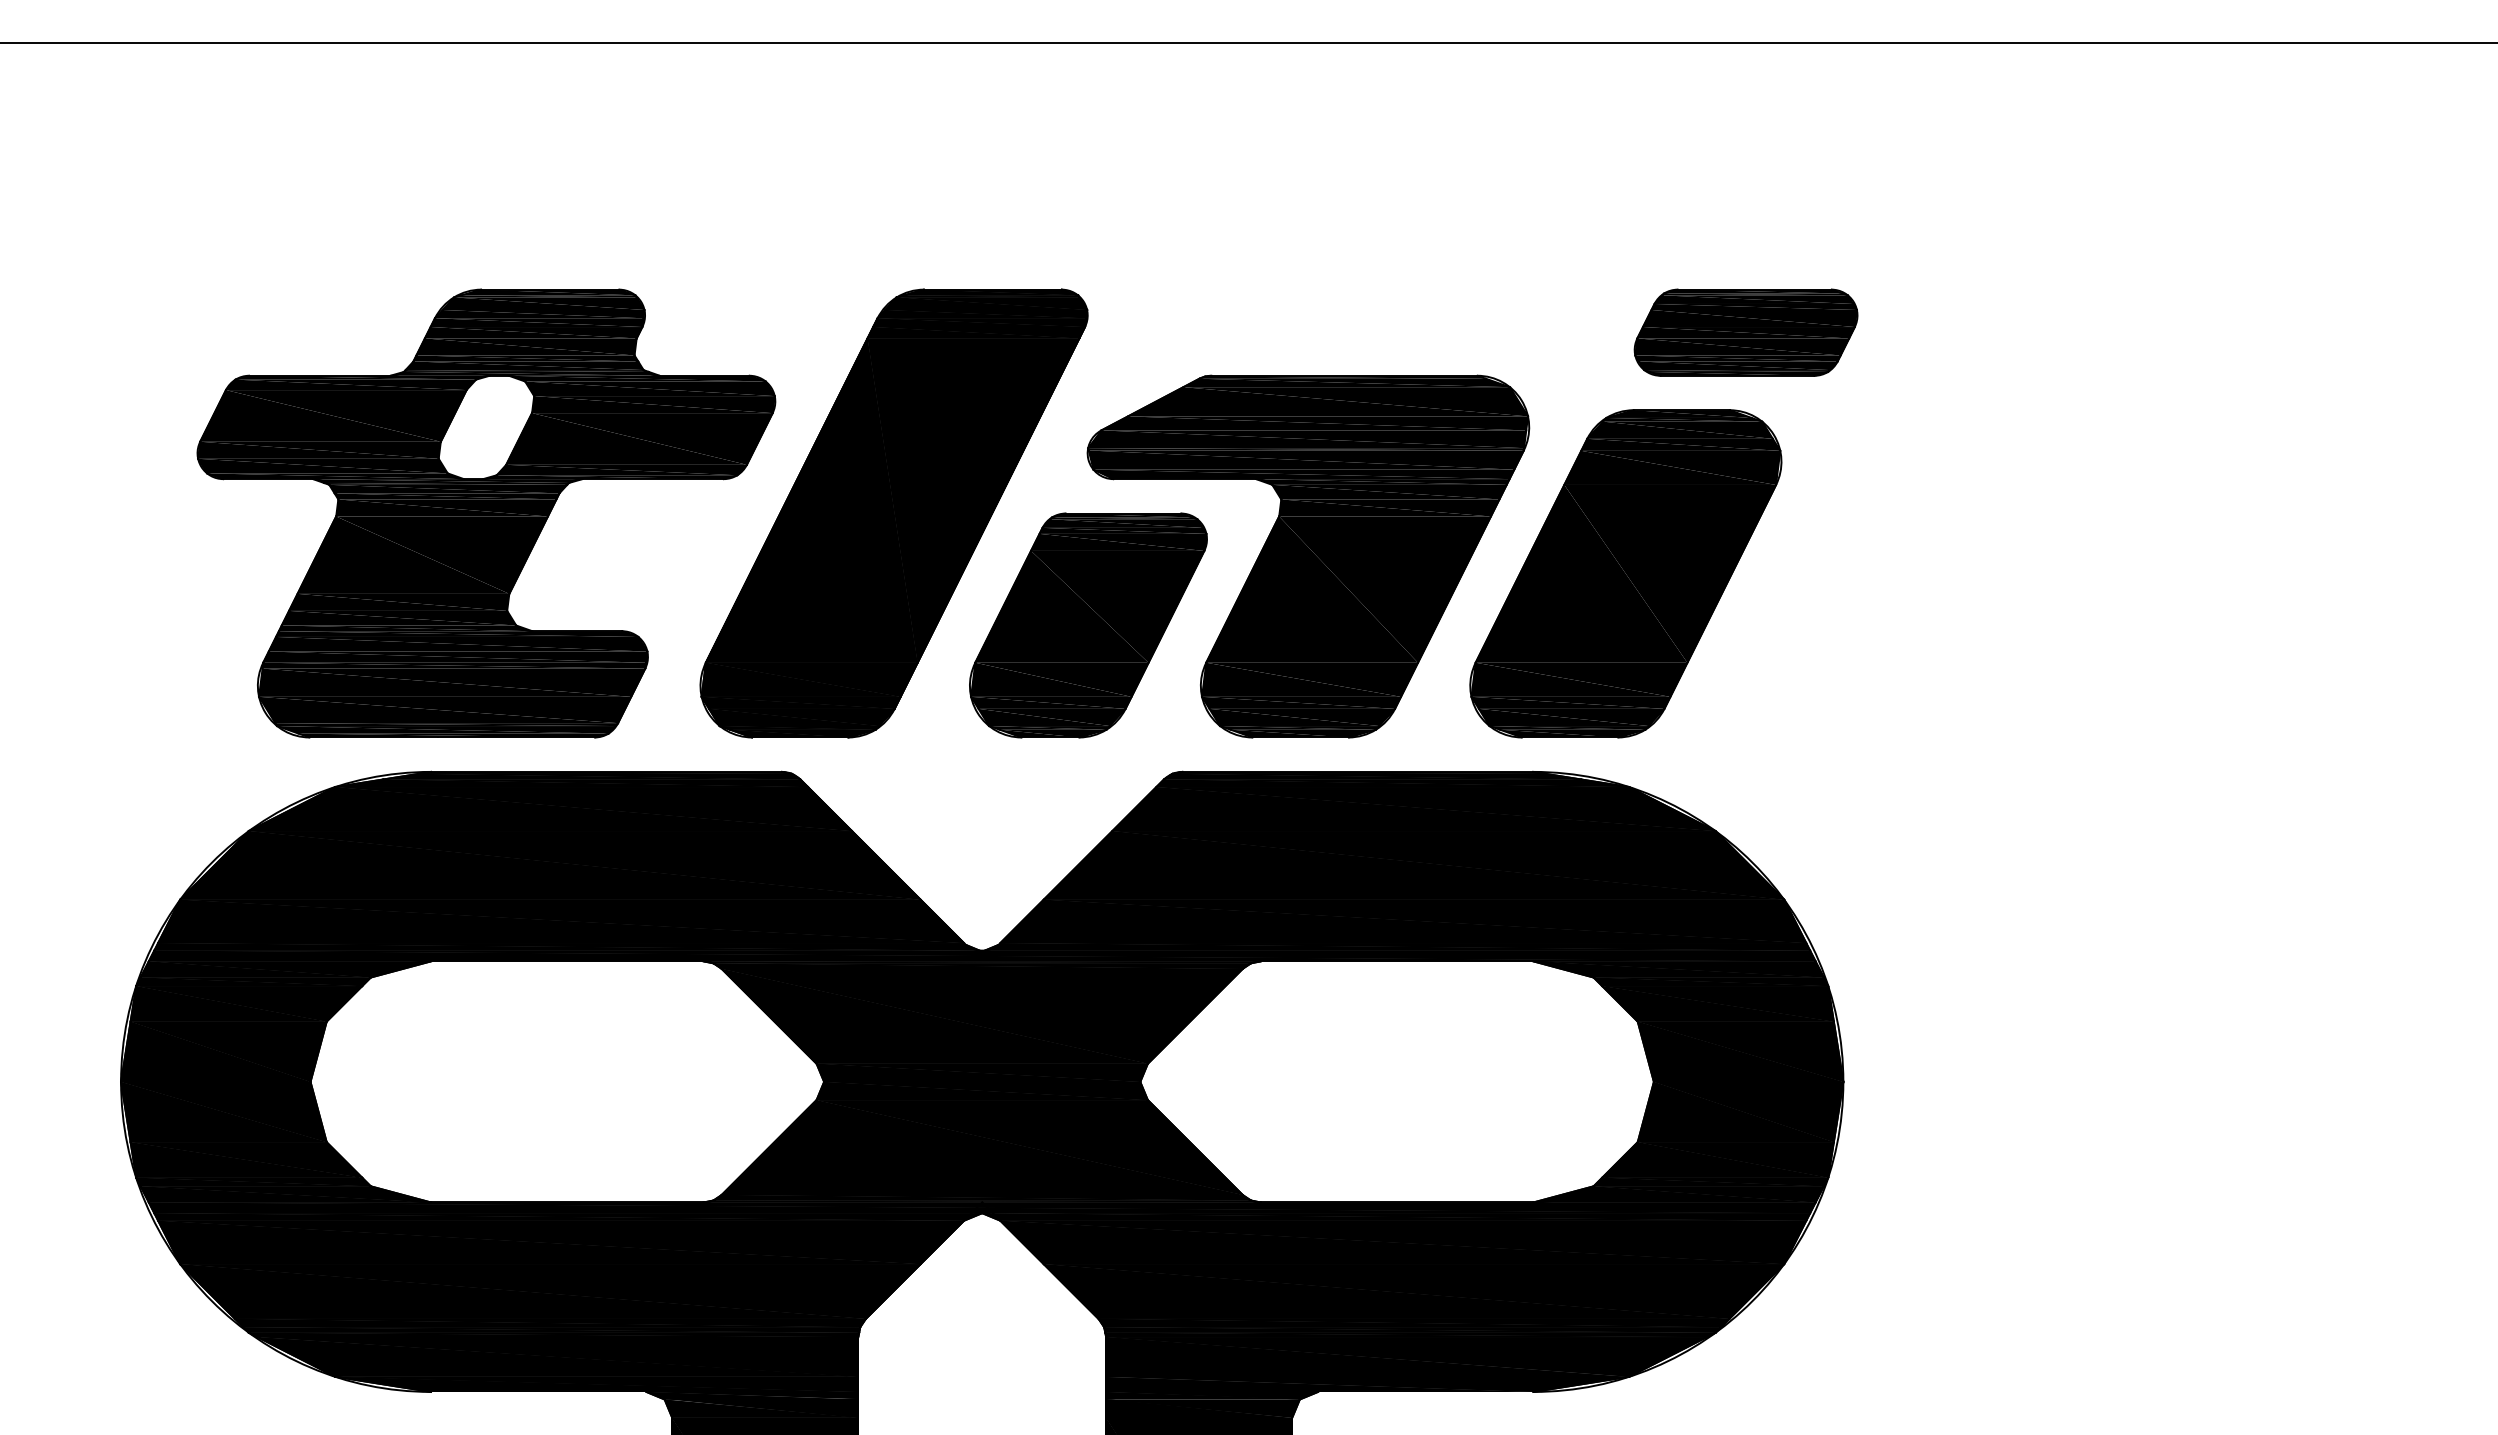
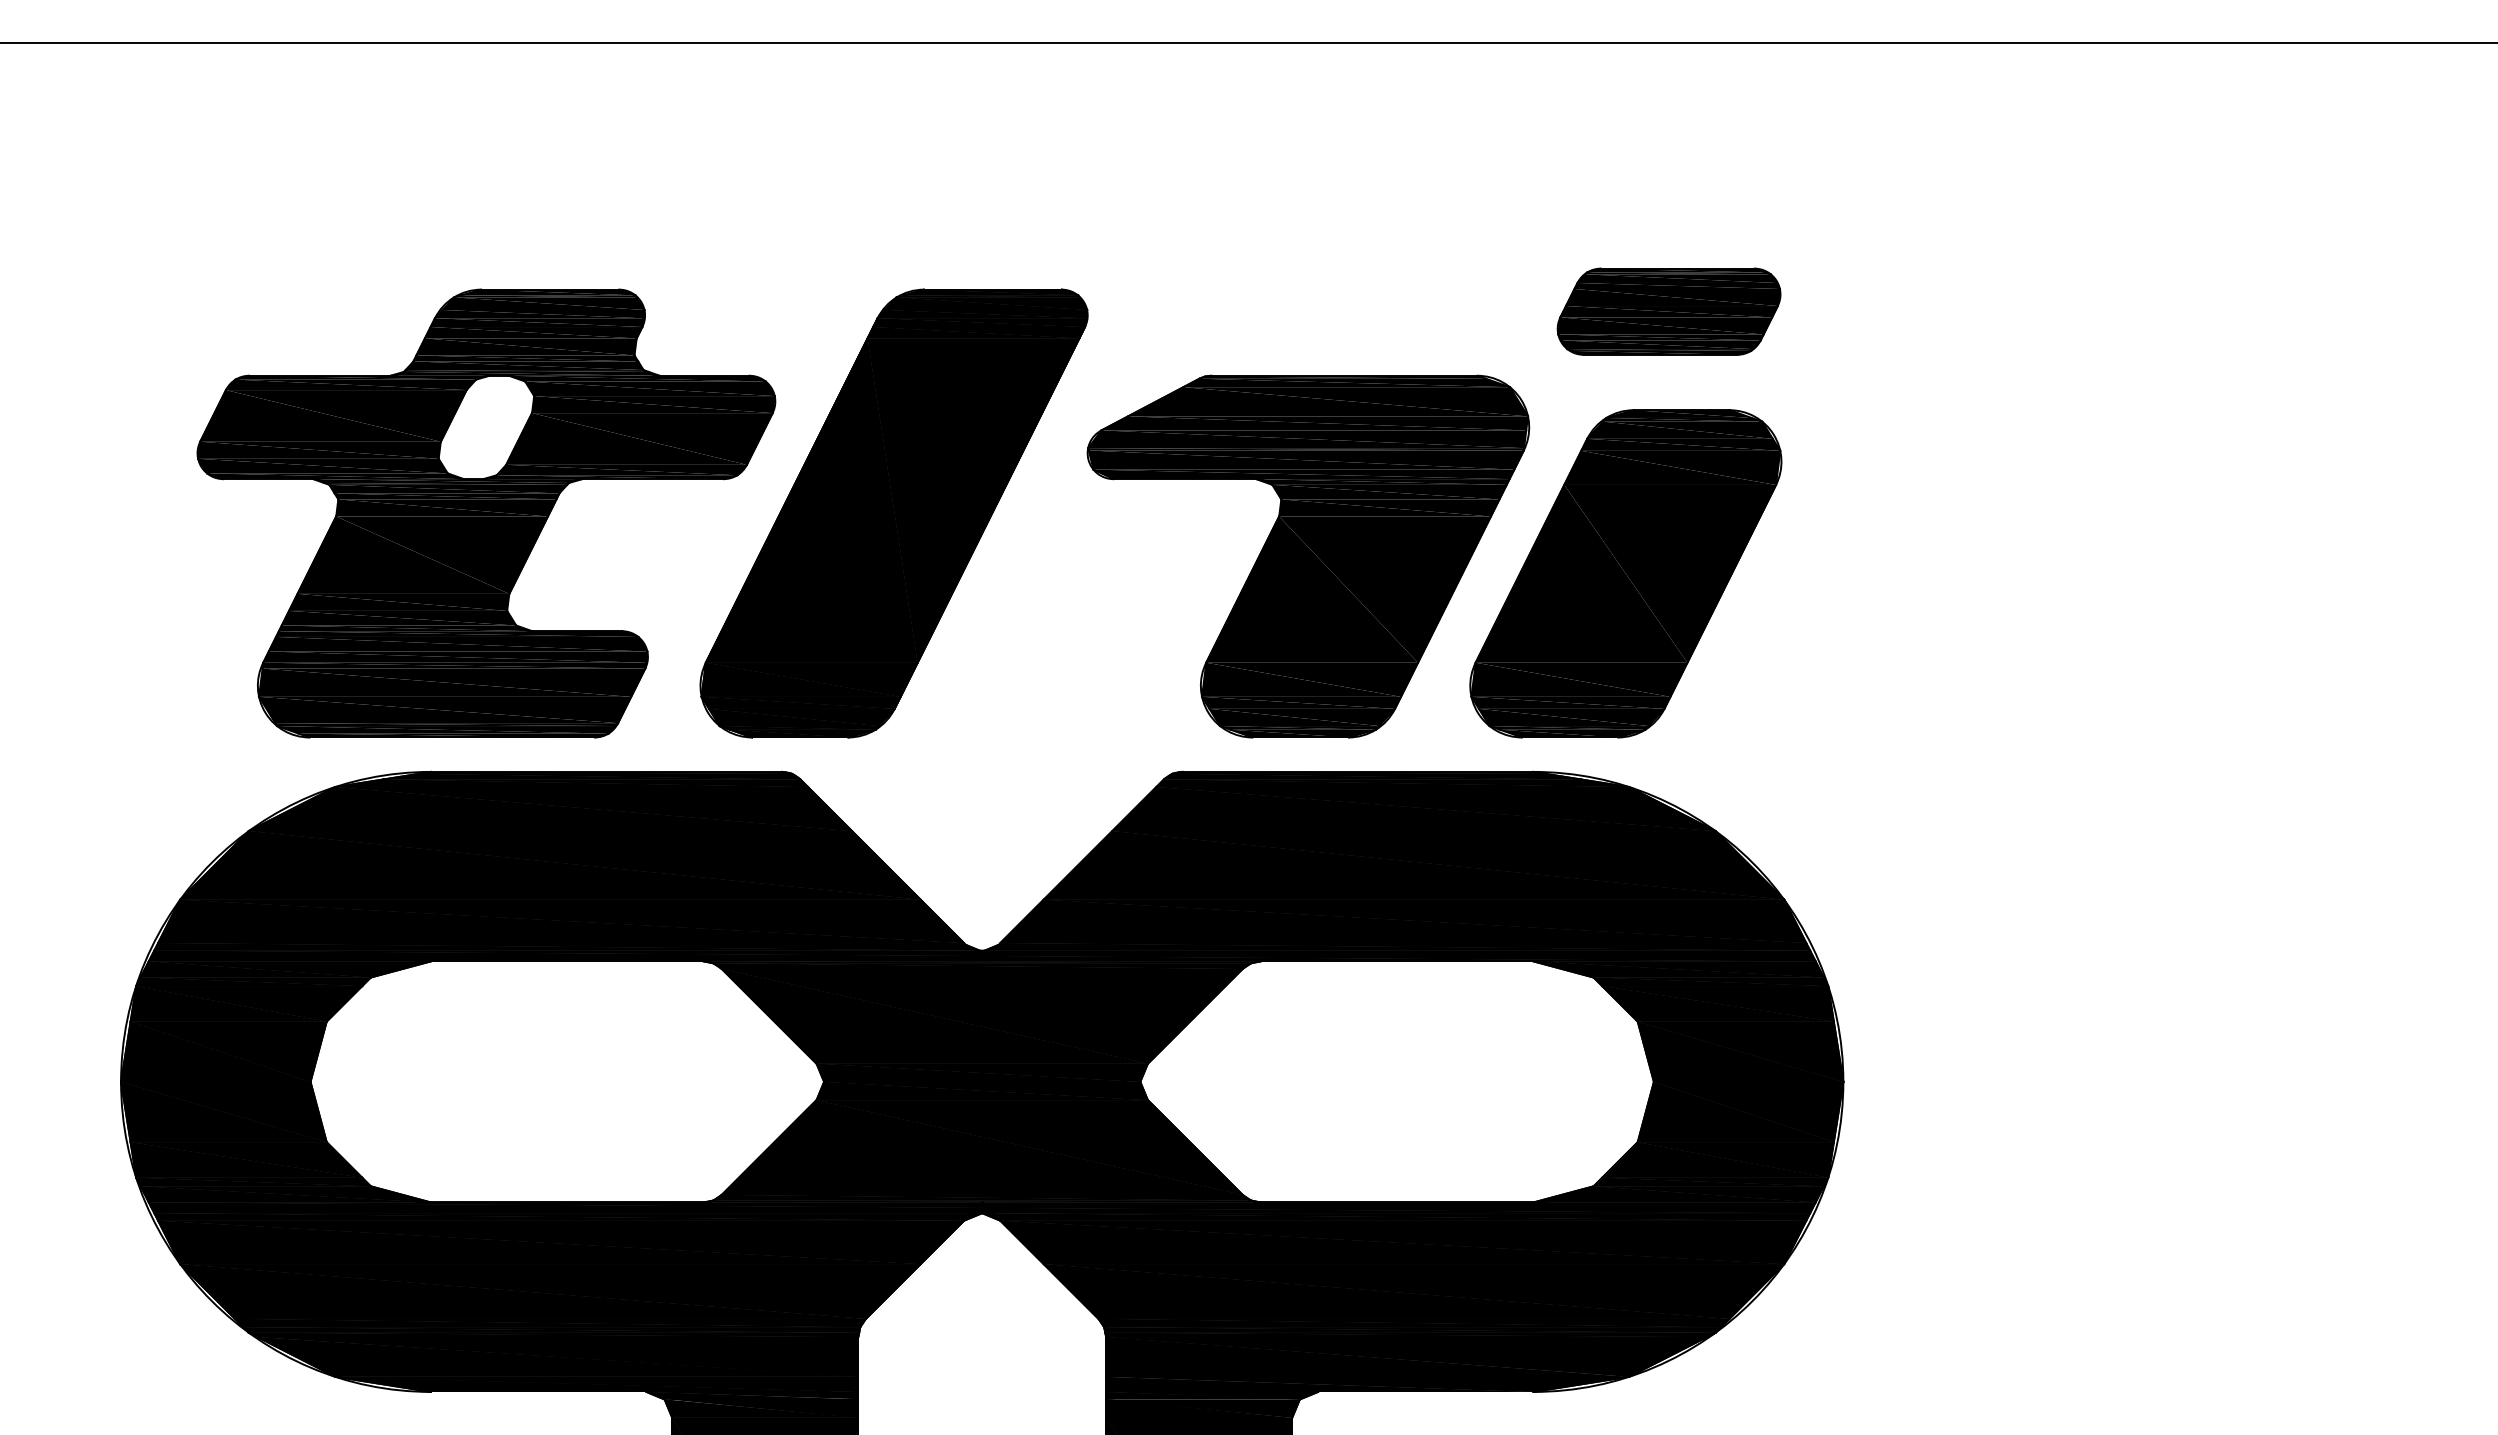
part at (1745, 332) position: (1745, 332) -> (1668, 311)
part at (1088, 625): present -> none
